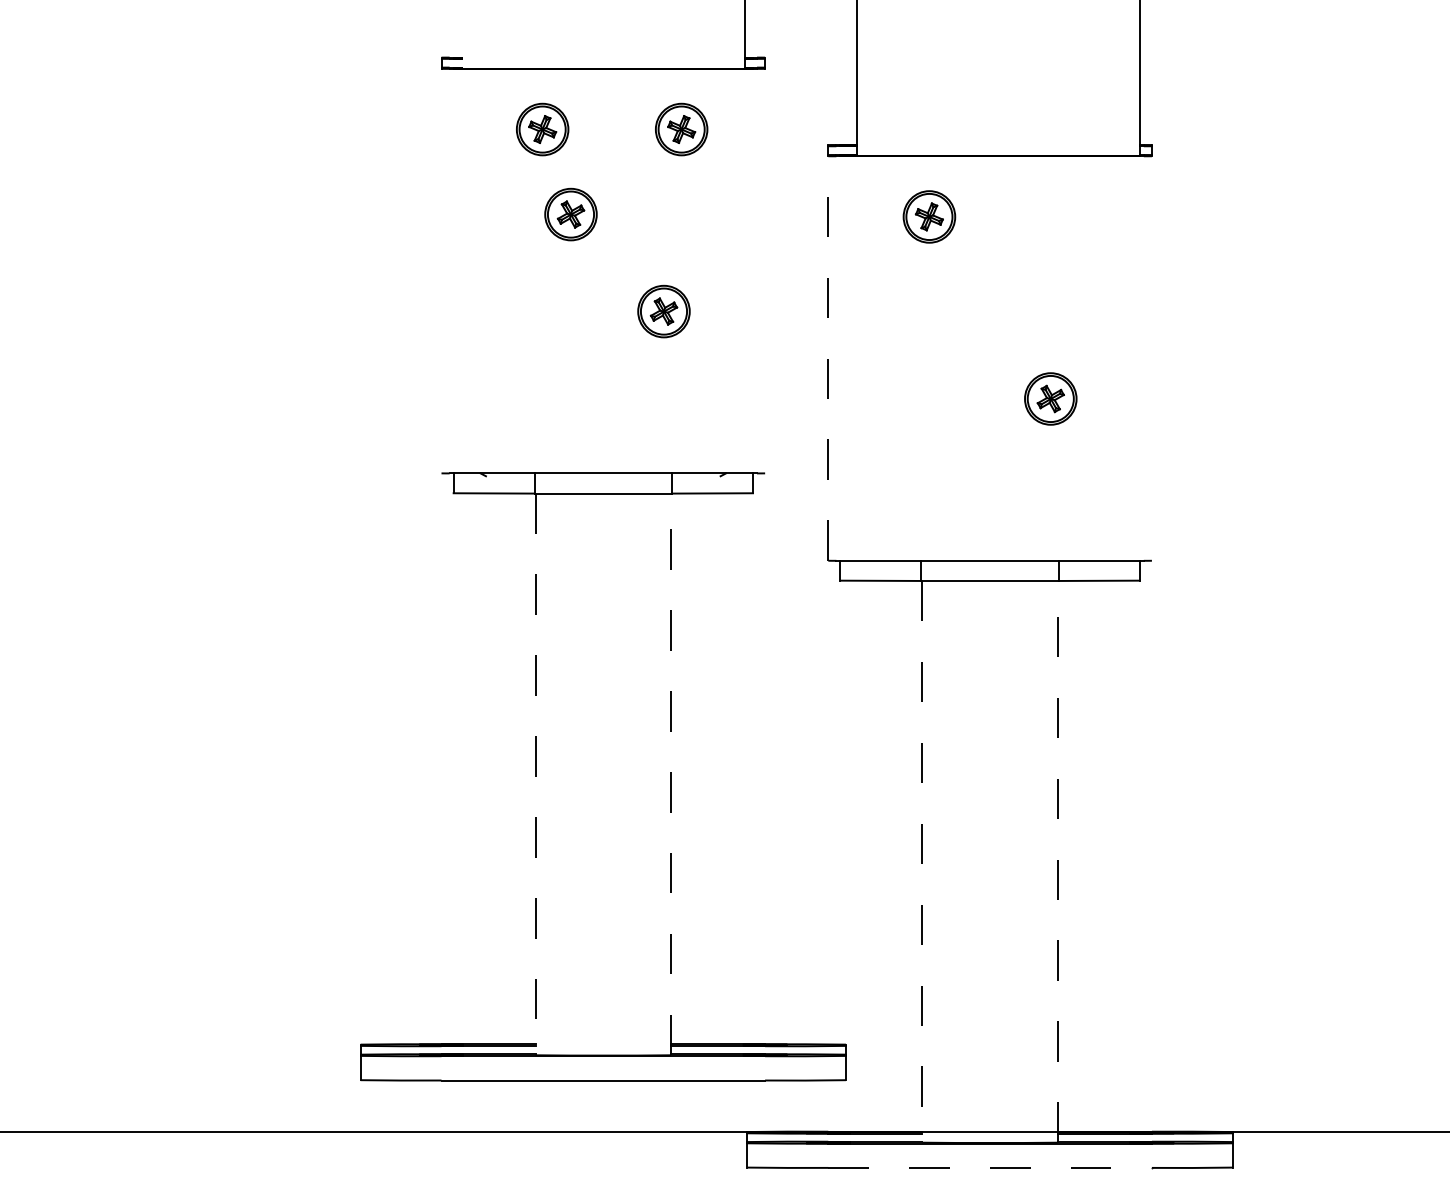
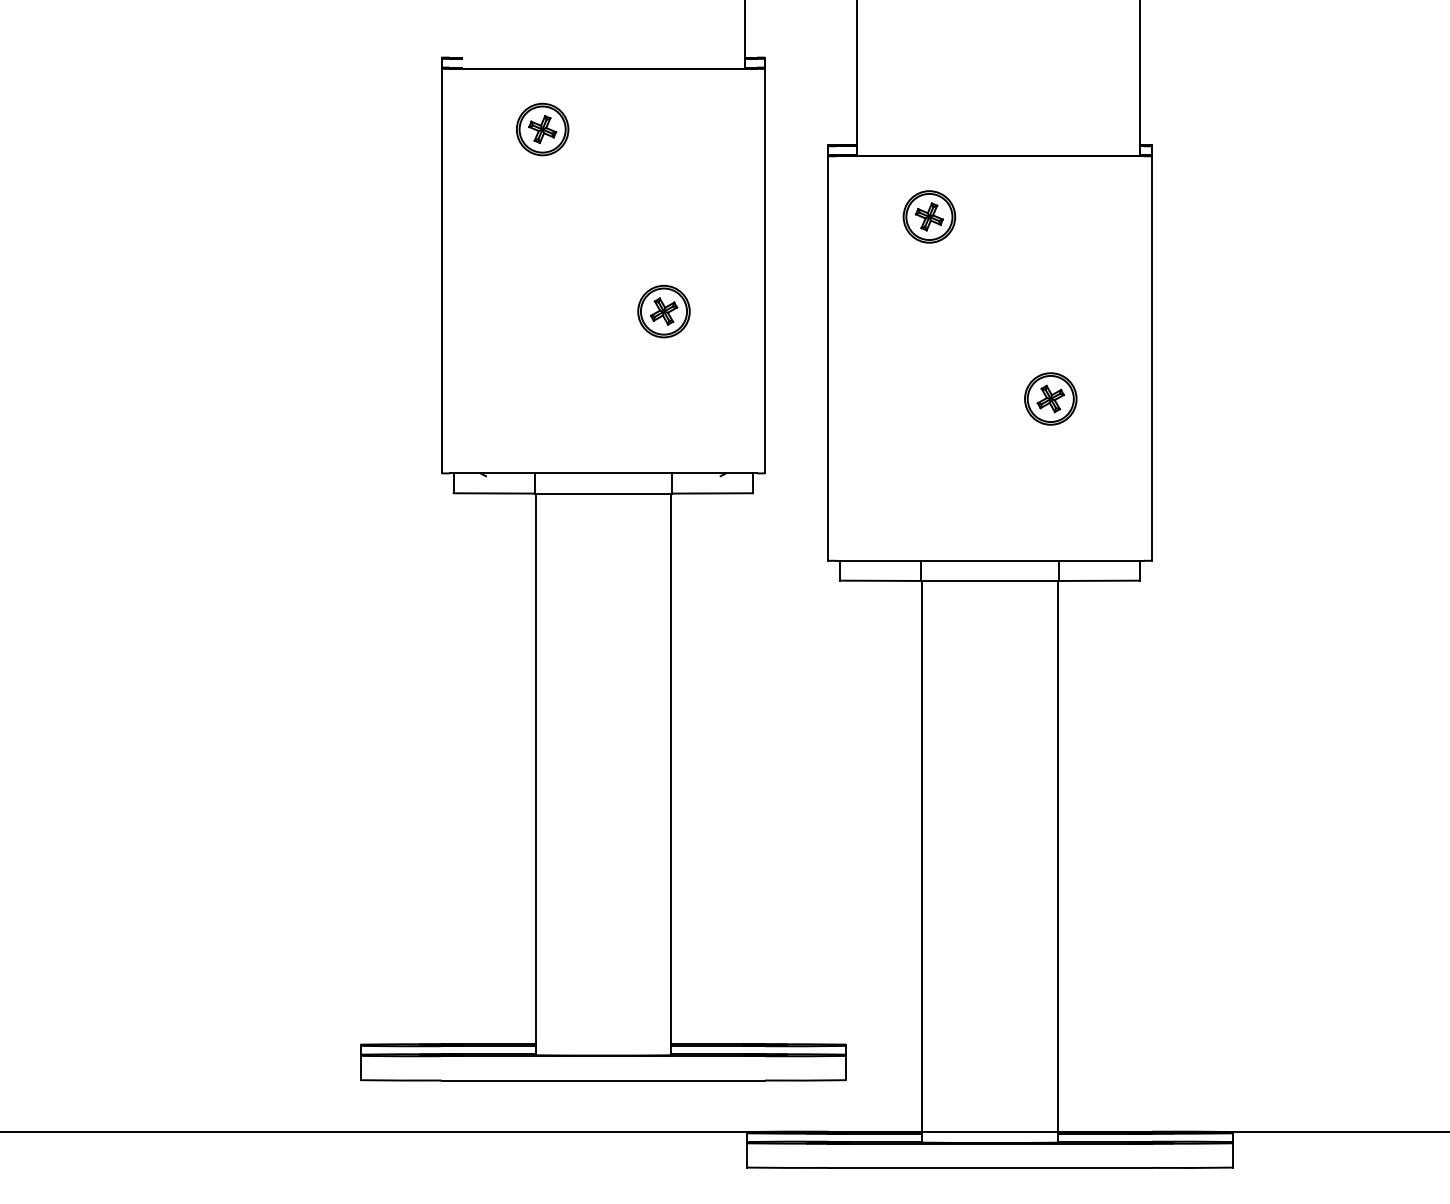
part at (681, 129): present -> none
part at (570, 214): present -> none
line at (441, 270): none -> present
line at (765, 270): none -> present
line at (828, 358): dashed -> solid
line at (1151, 358): none -> present
line at (535, 774): dashed -> solid
line at (671, 774): dashed -> solid
line at (922, 861): dashed -> solid
line at (1057, 861): dashed -> solid
line at (990, 1167): dashed -> solid
